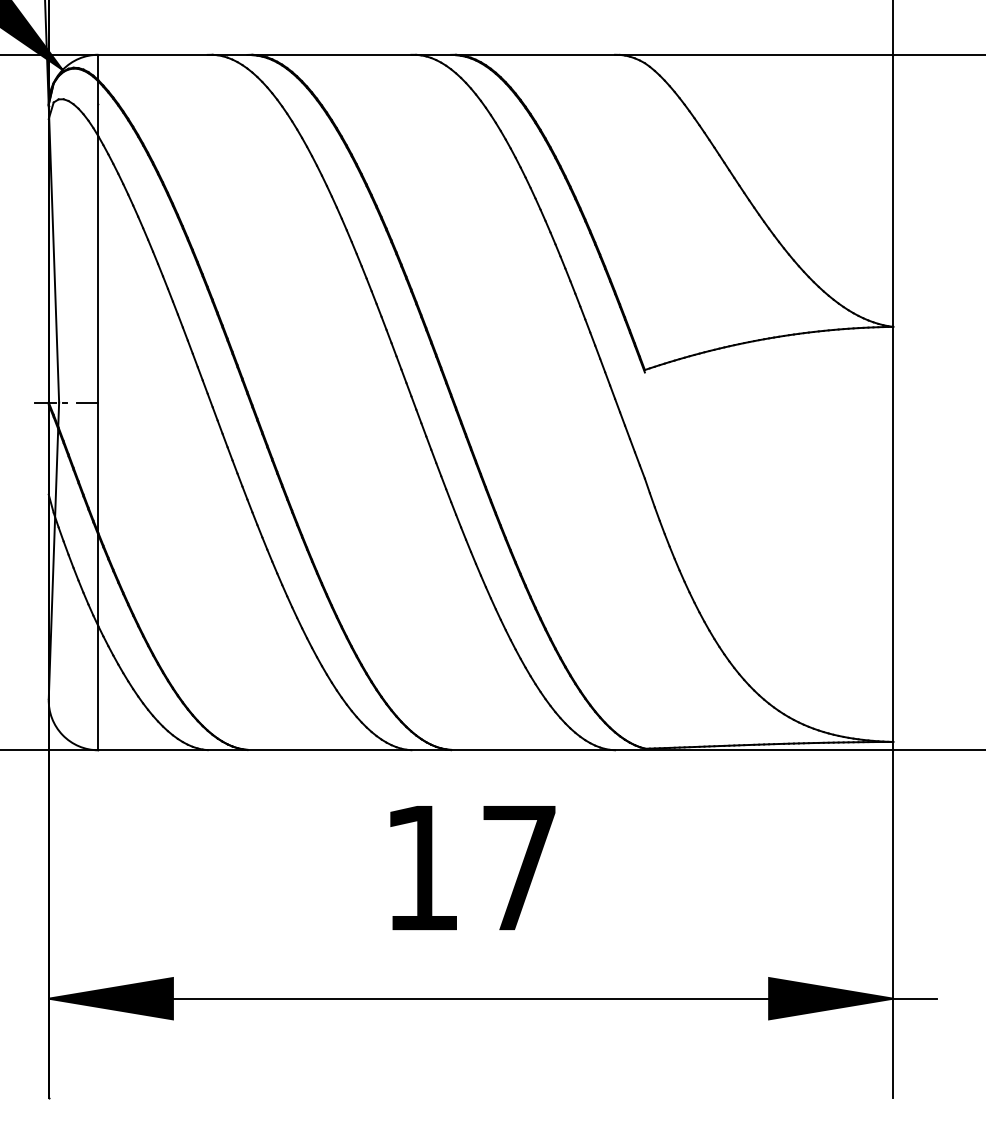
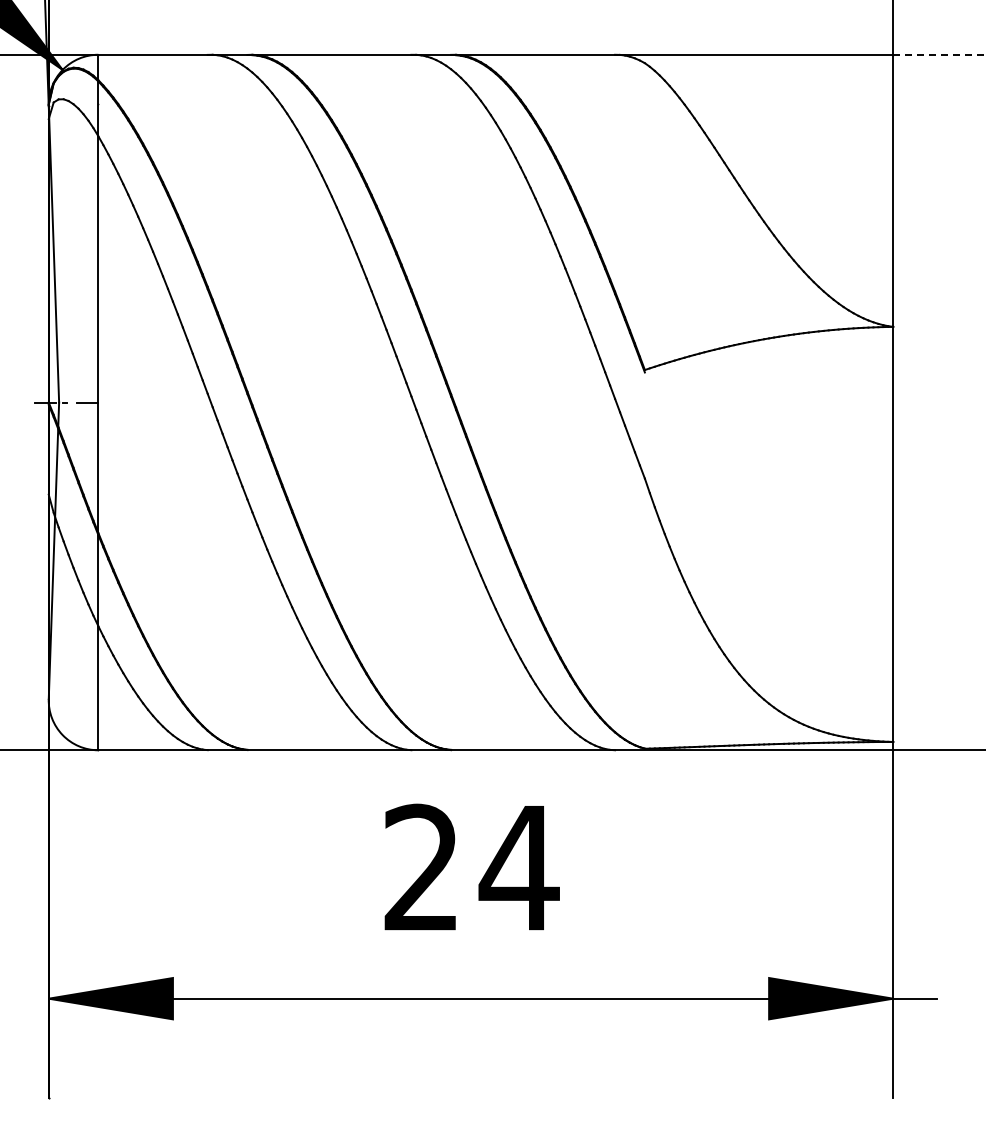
line at (939, 54): solid -> dashed
text at (471, 866): 17 -> 24
